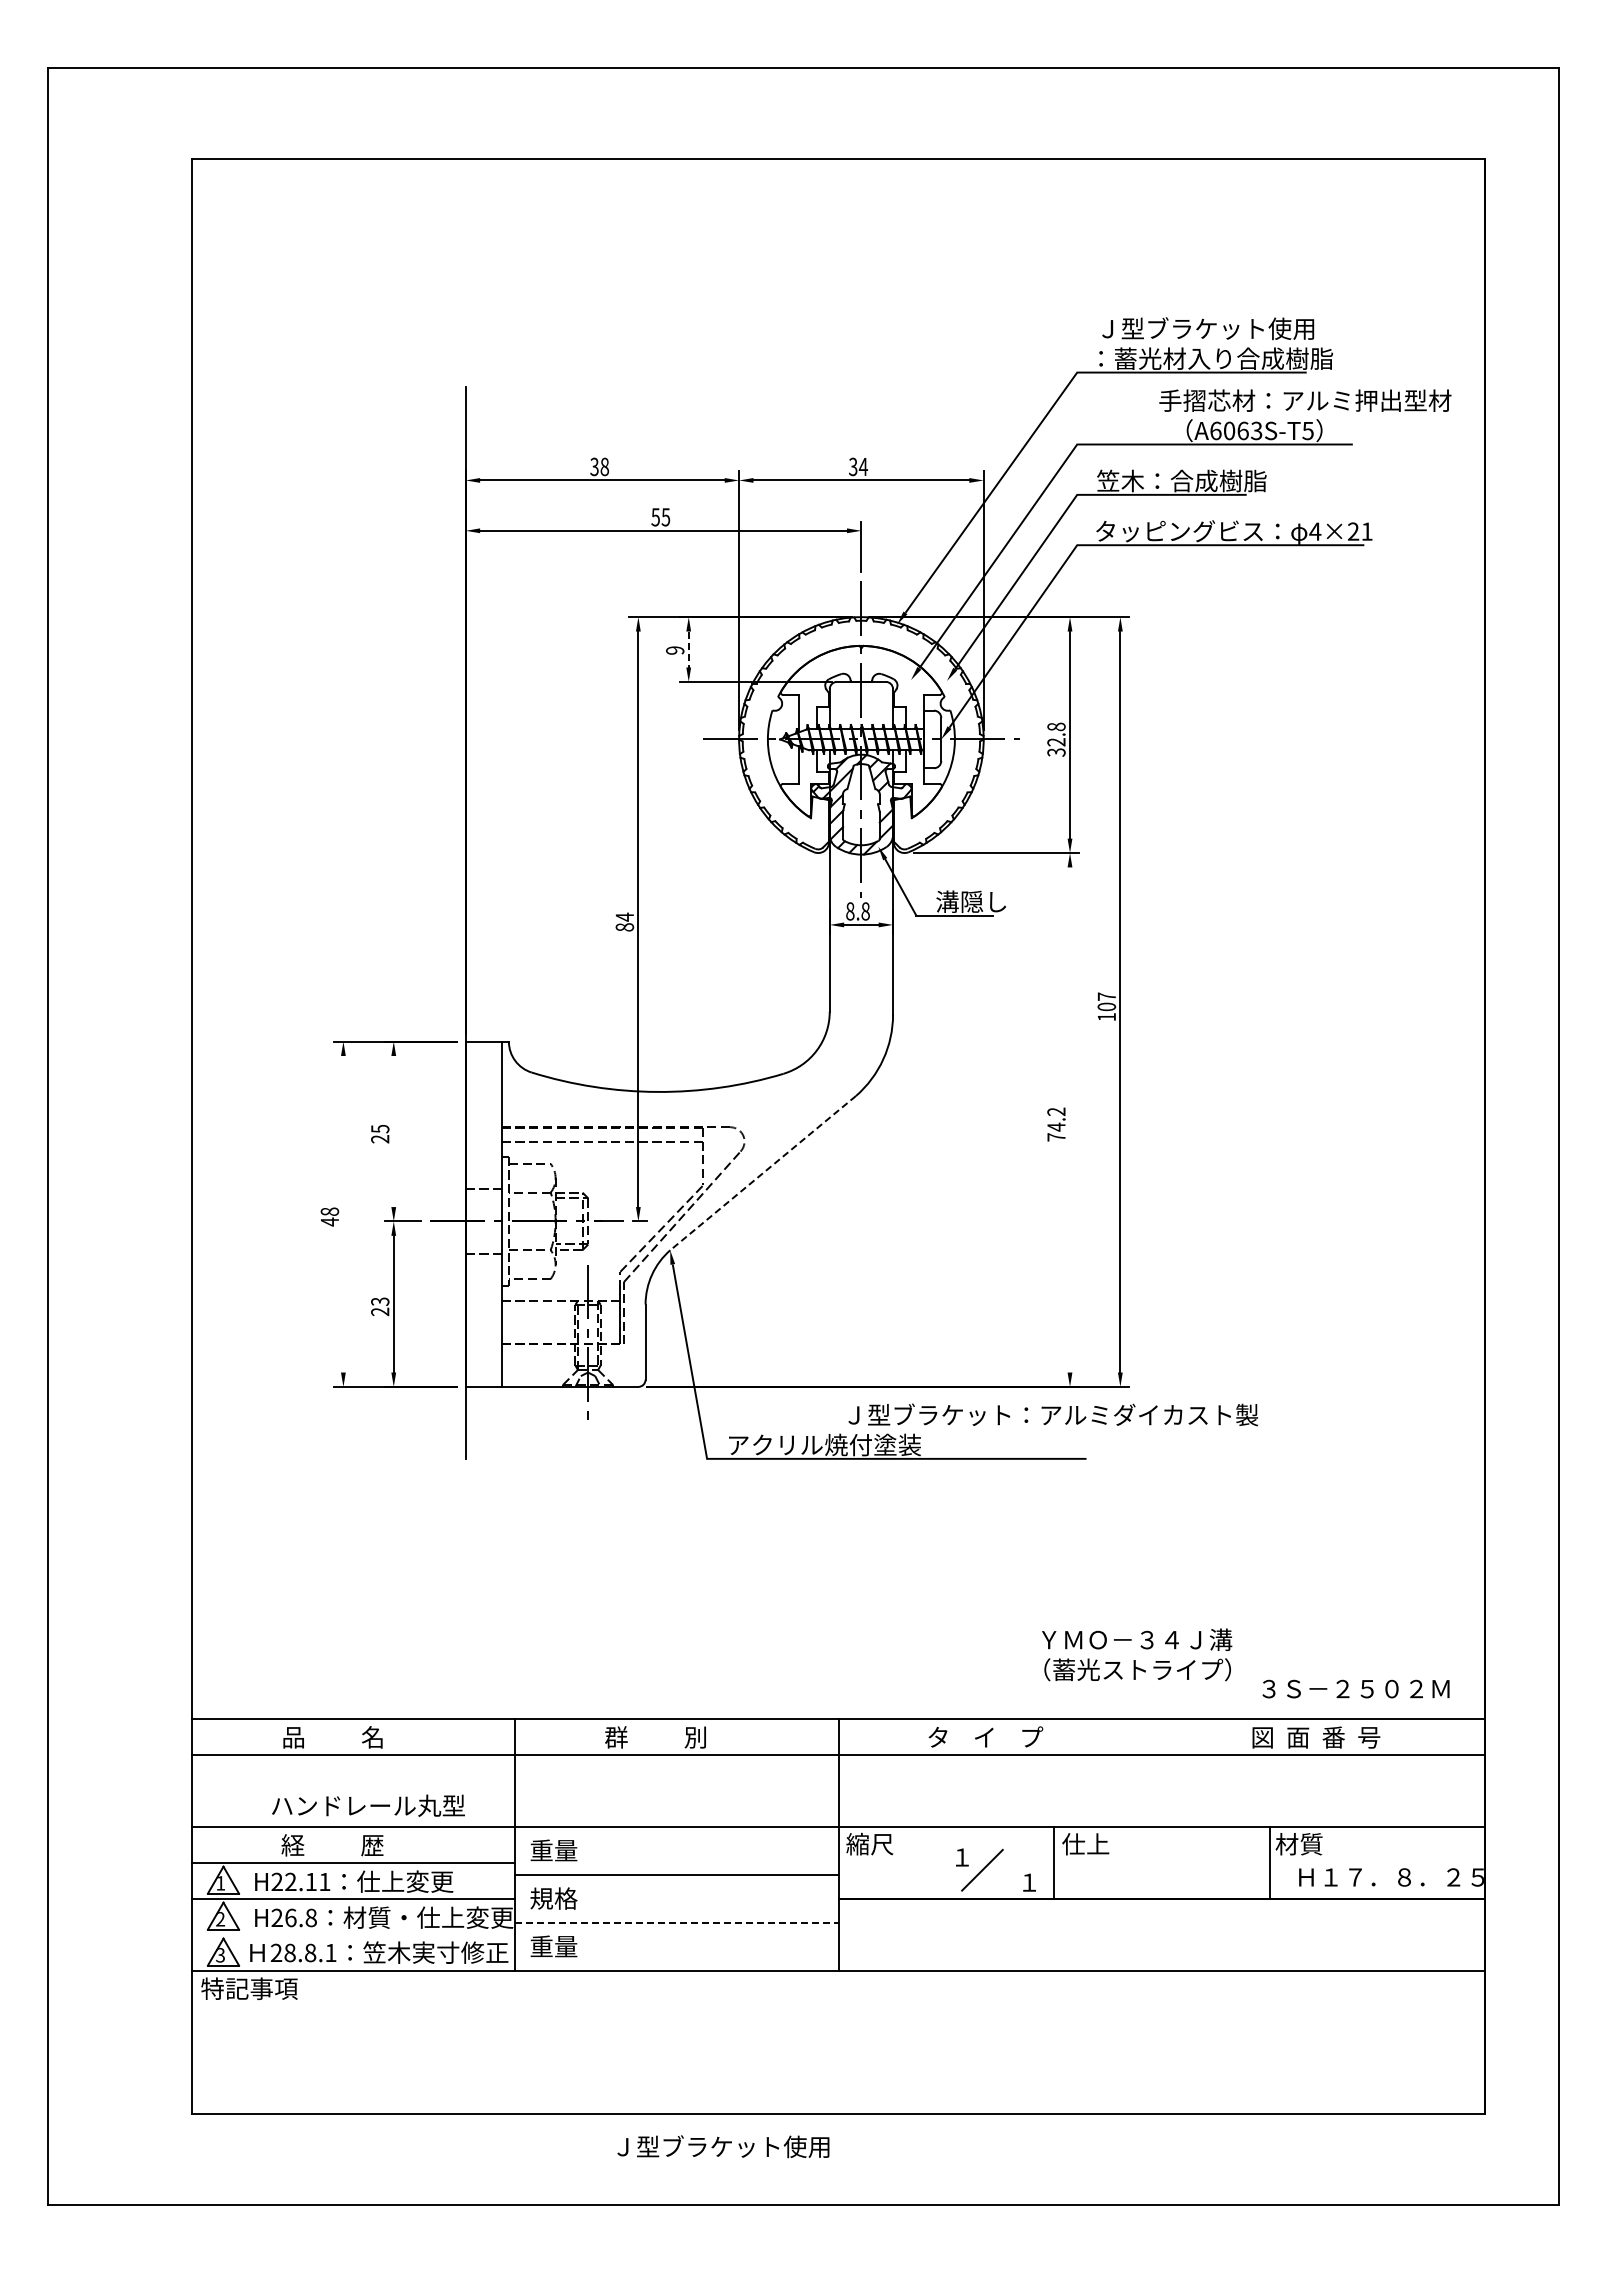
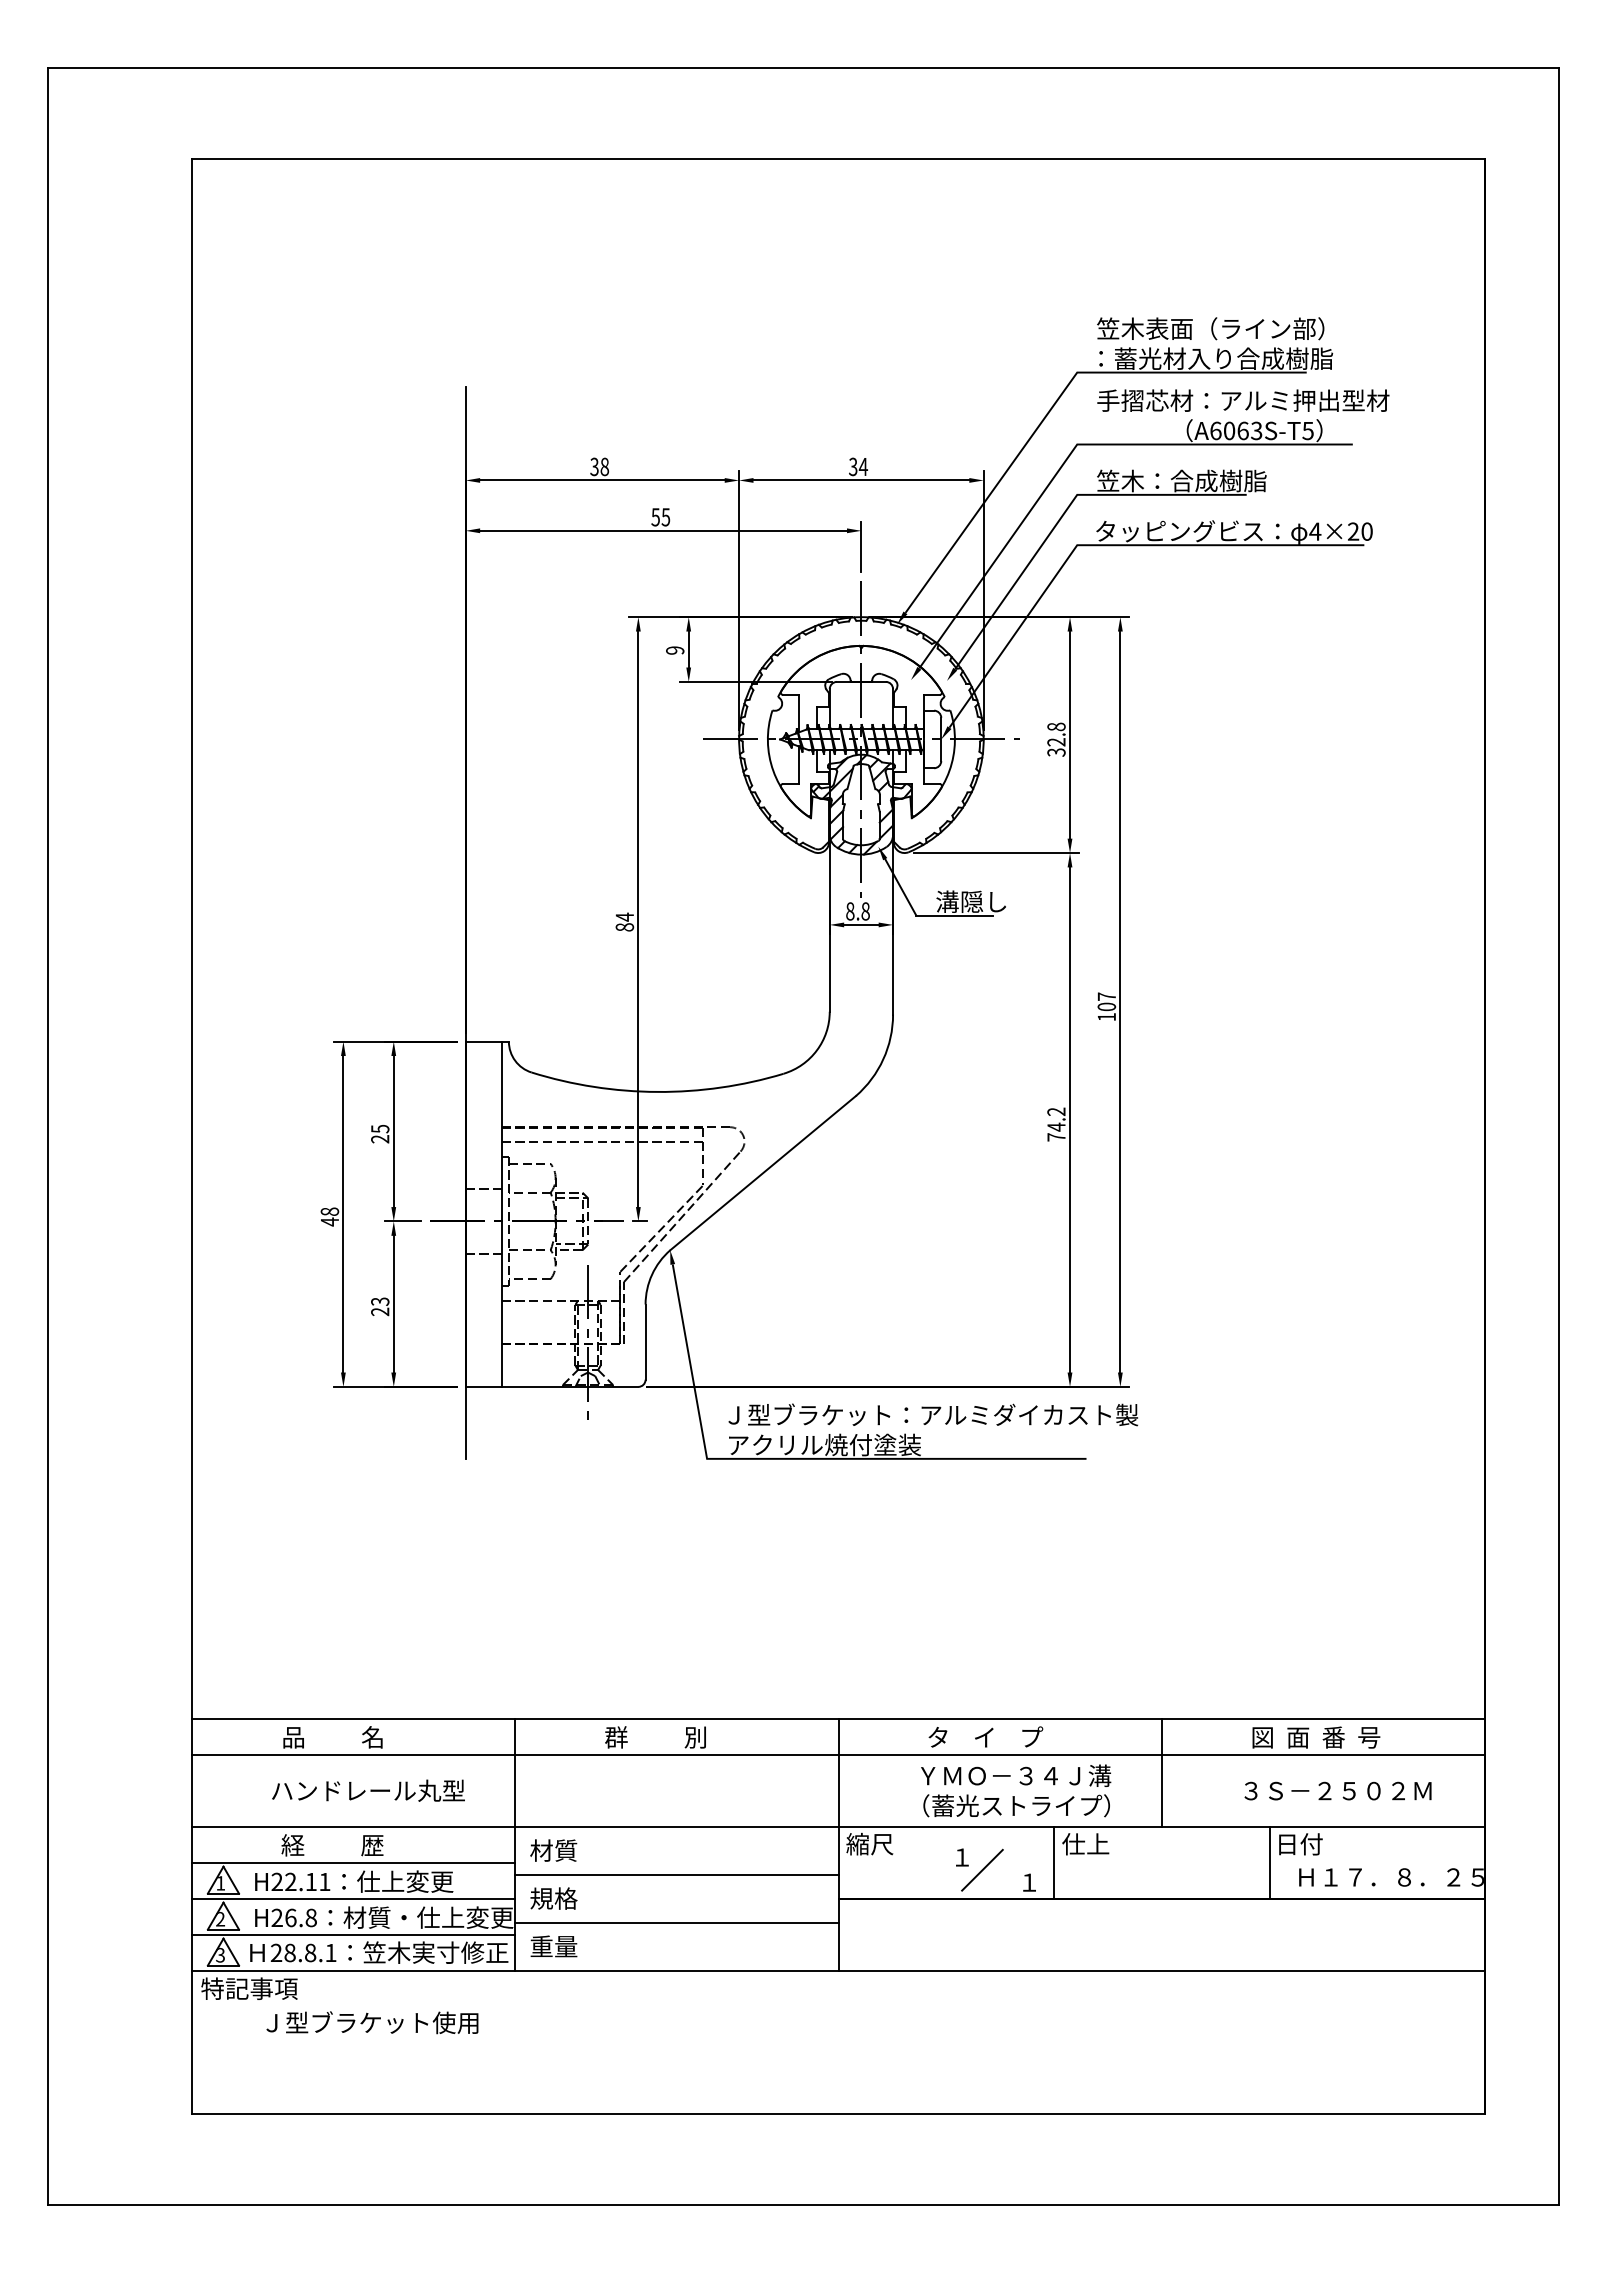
text at (1210, 328): Ｊ型ブラケット使用 -> 笠木表面（ライン部）
text at (1305, 400) position: (1305, 400) -> (1243, 400)
text at (1366, 531): 4×21 -> 4×20
line at (688, 649): dashed -> solid
line at (1070, 1119): none -> present
line at (393, 1131): none -> present
line at (763, 1173): dashed -> solid
line at (343, 1213): none -> present
text at (1053, 1414) position: (1053, 1414) -> (933, 1414)
text at (1137, 1654) position: (1137, 1654) -> (1016, 1790)
text at (1355, 1688) position: (1355, 1688) -> (1337, 1790)
line at (1162, 1773): none -> present
text at (368, 1805) position: (368, 1805) -> (368, 1790)
text at (1298, 1844): 材質 -> 日付
text at (553, 1850): 重量 -> 材質
line at (676, 1923): dashed -> solid
line at (353, 1935): none -> present
text at (723, 2146) position: (723, 2146) -> (372, 2022)
